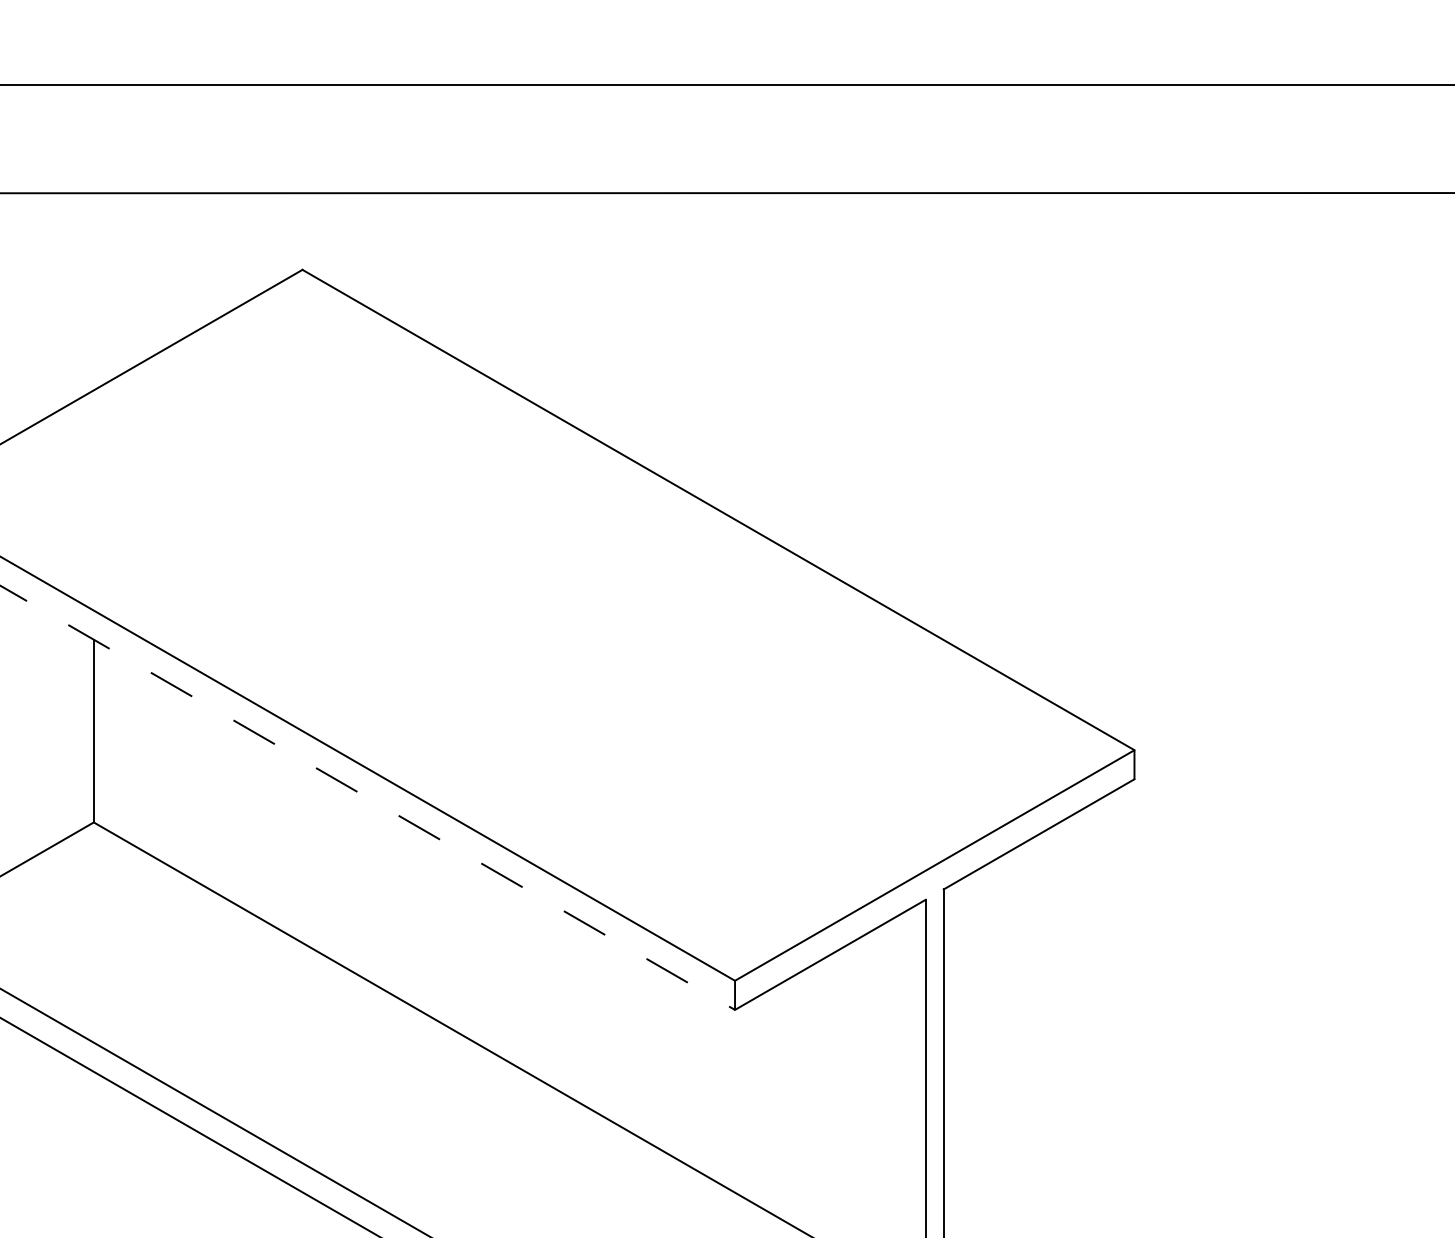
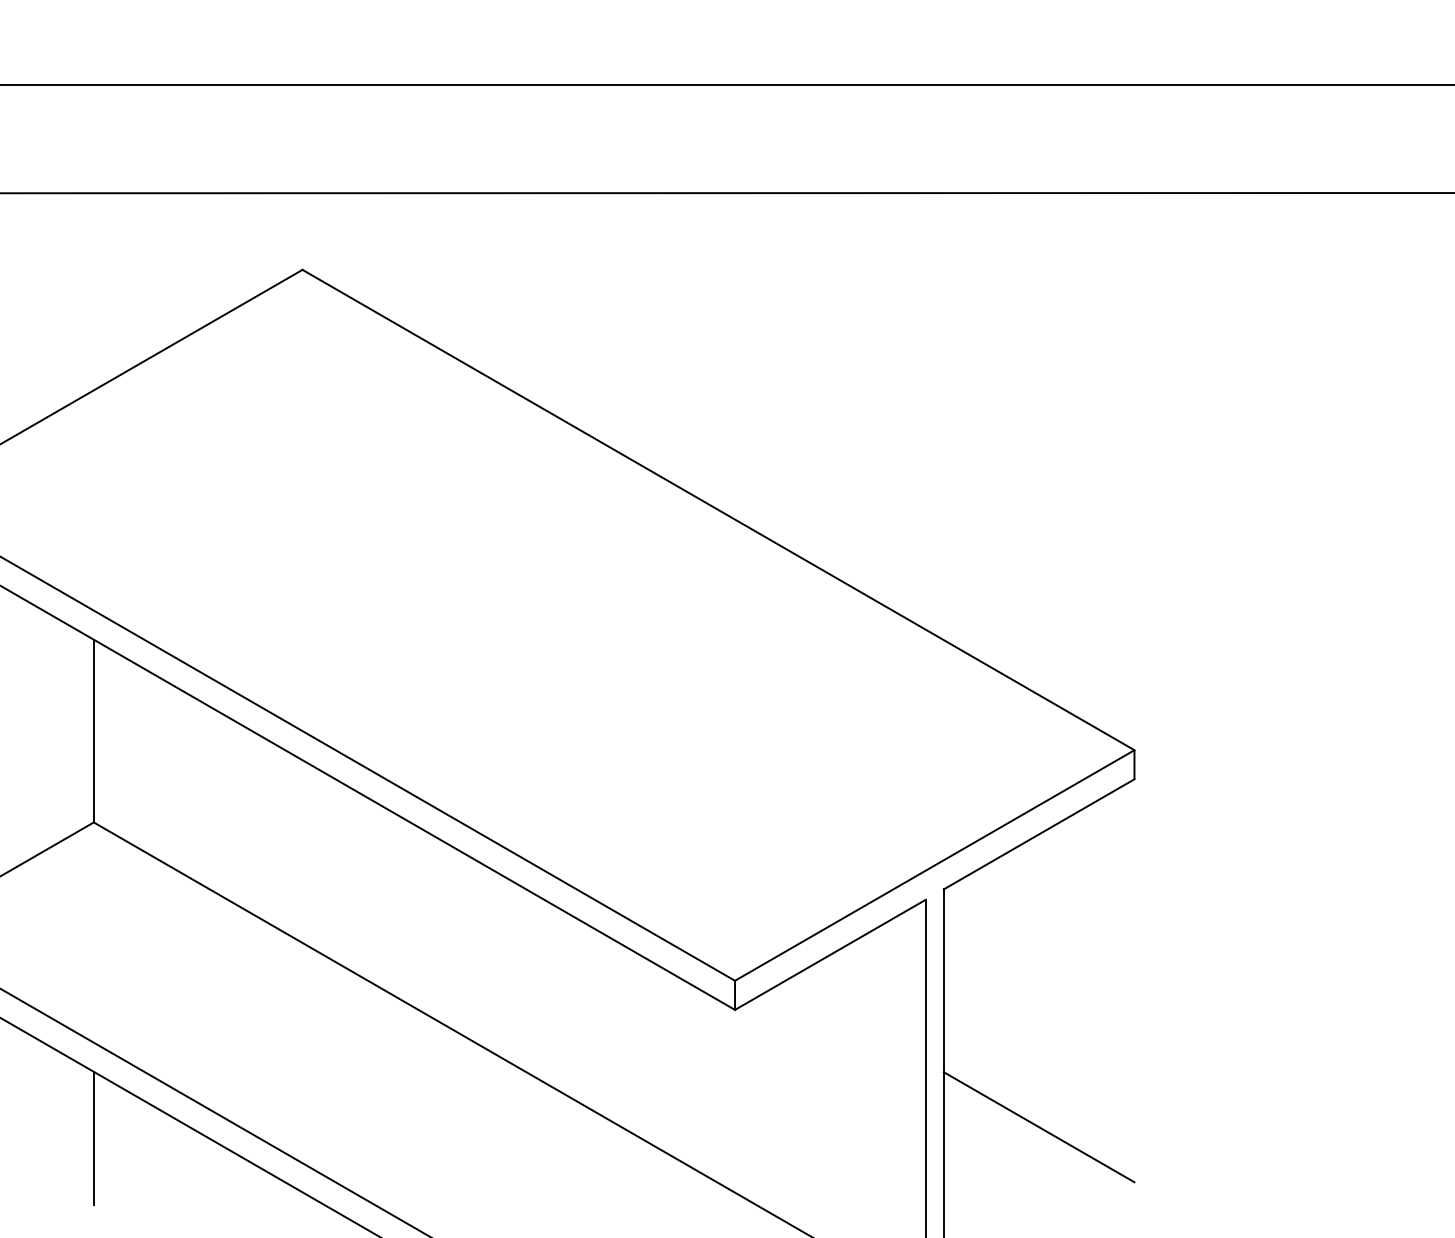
line at (367, 797): dashed -> solid
line at (1038, 1127): none -> present
line at (93, 1137): none -> present
